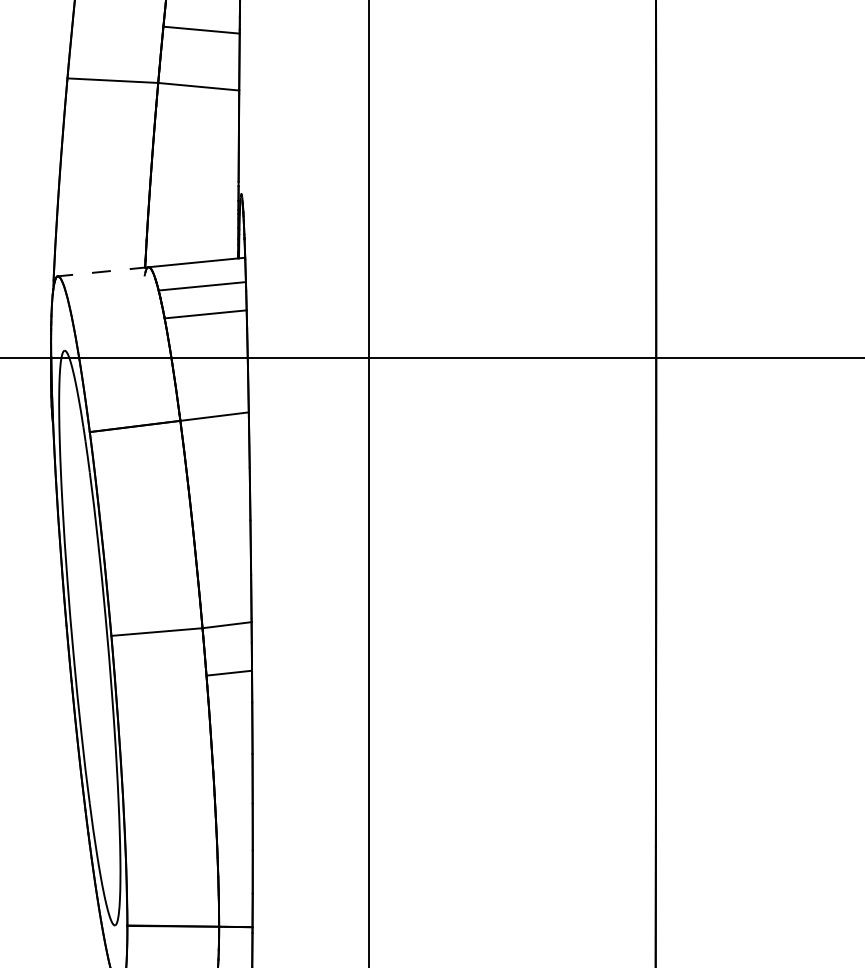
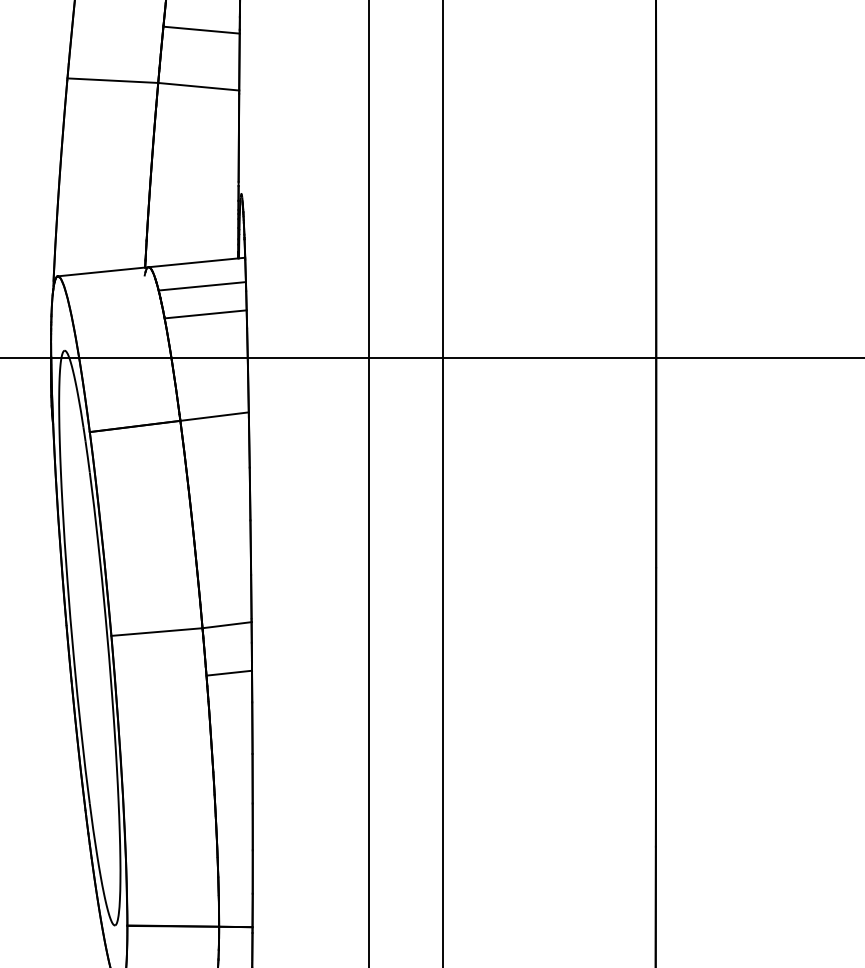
line at (103, 271): dashed -> solid
line at (442, 483): none -> present
